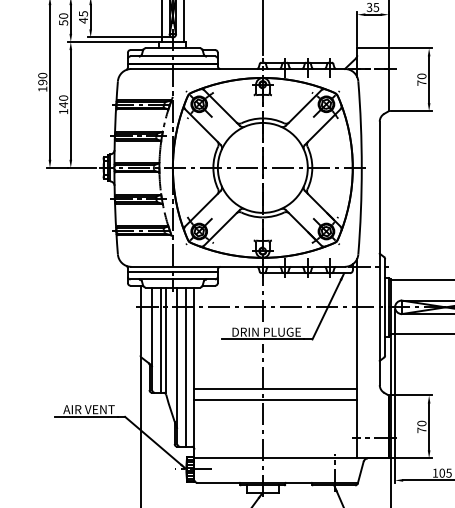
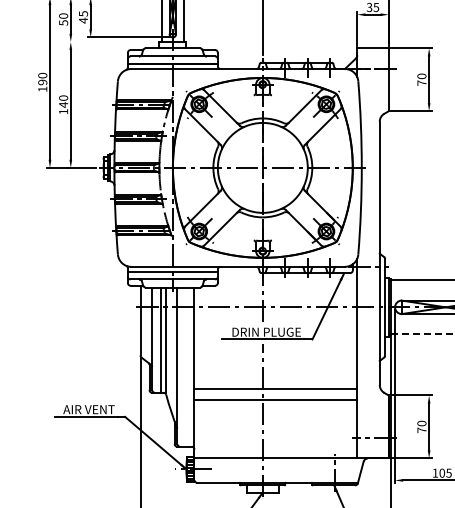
line at (112, 42): present -> none
line at (423, 334): solid -> dashed
line at (186, 366): present -> none
